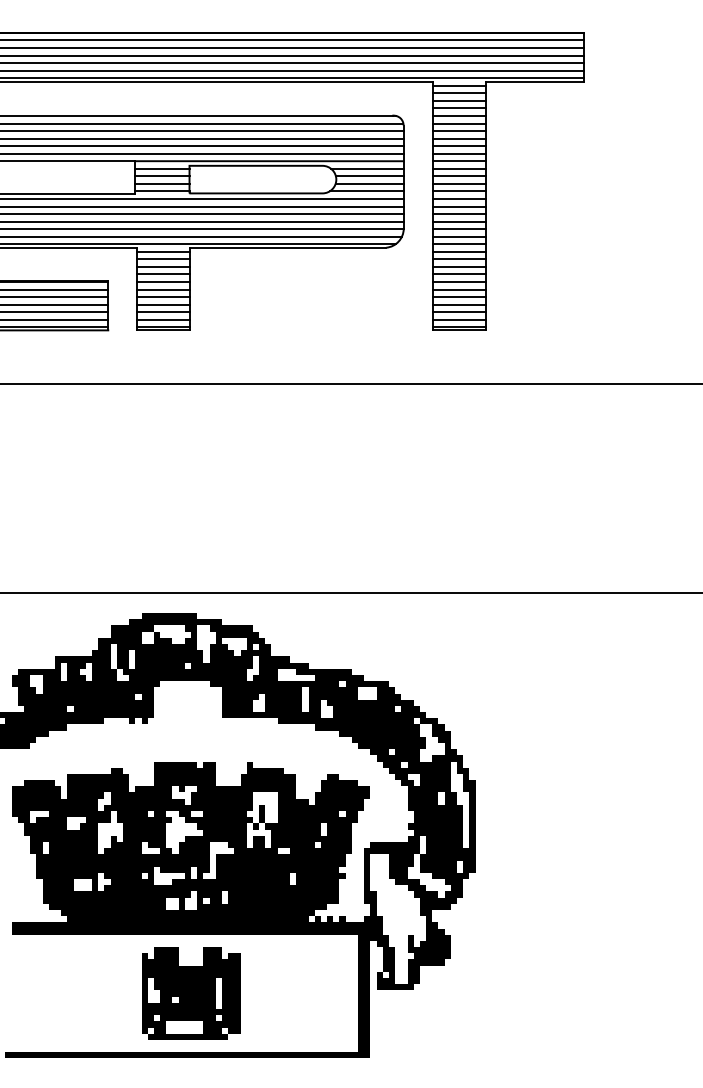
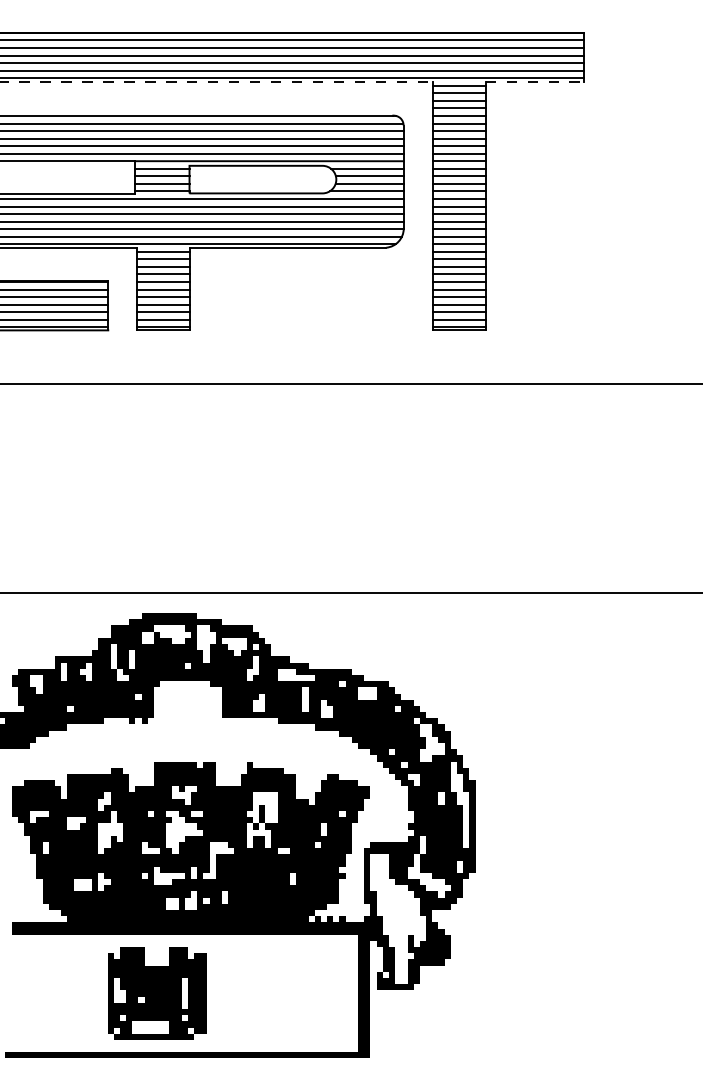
line at (217, 82): solid -> dashed
line at (535, 82): solid -> dashed
part at (191, 993) position: (191, 993) -> (157, 993)
